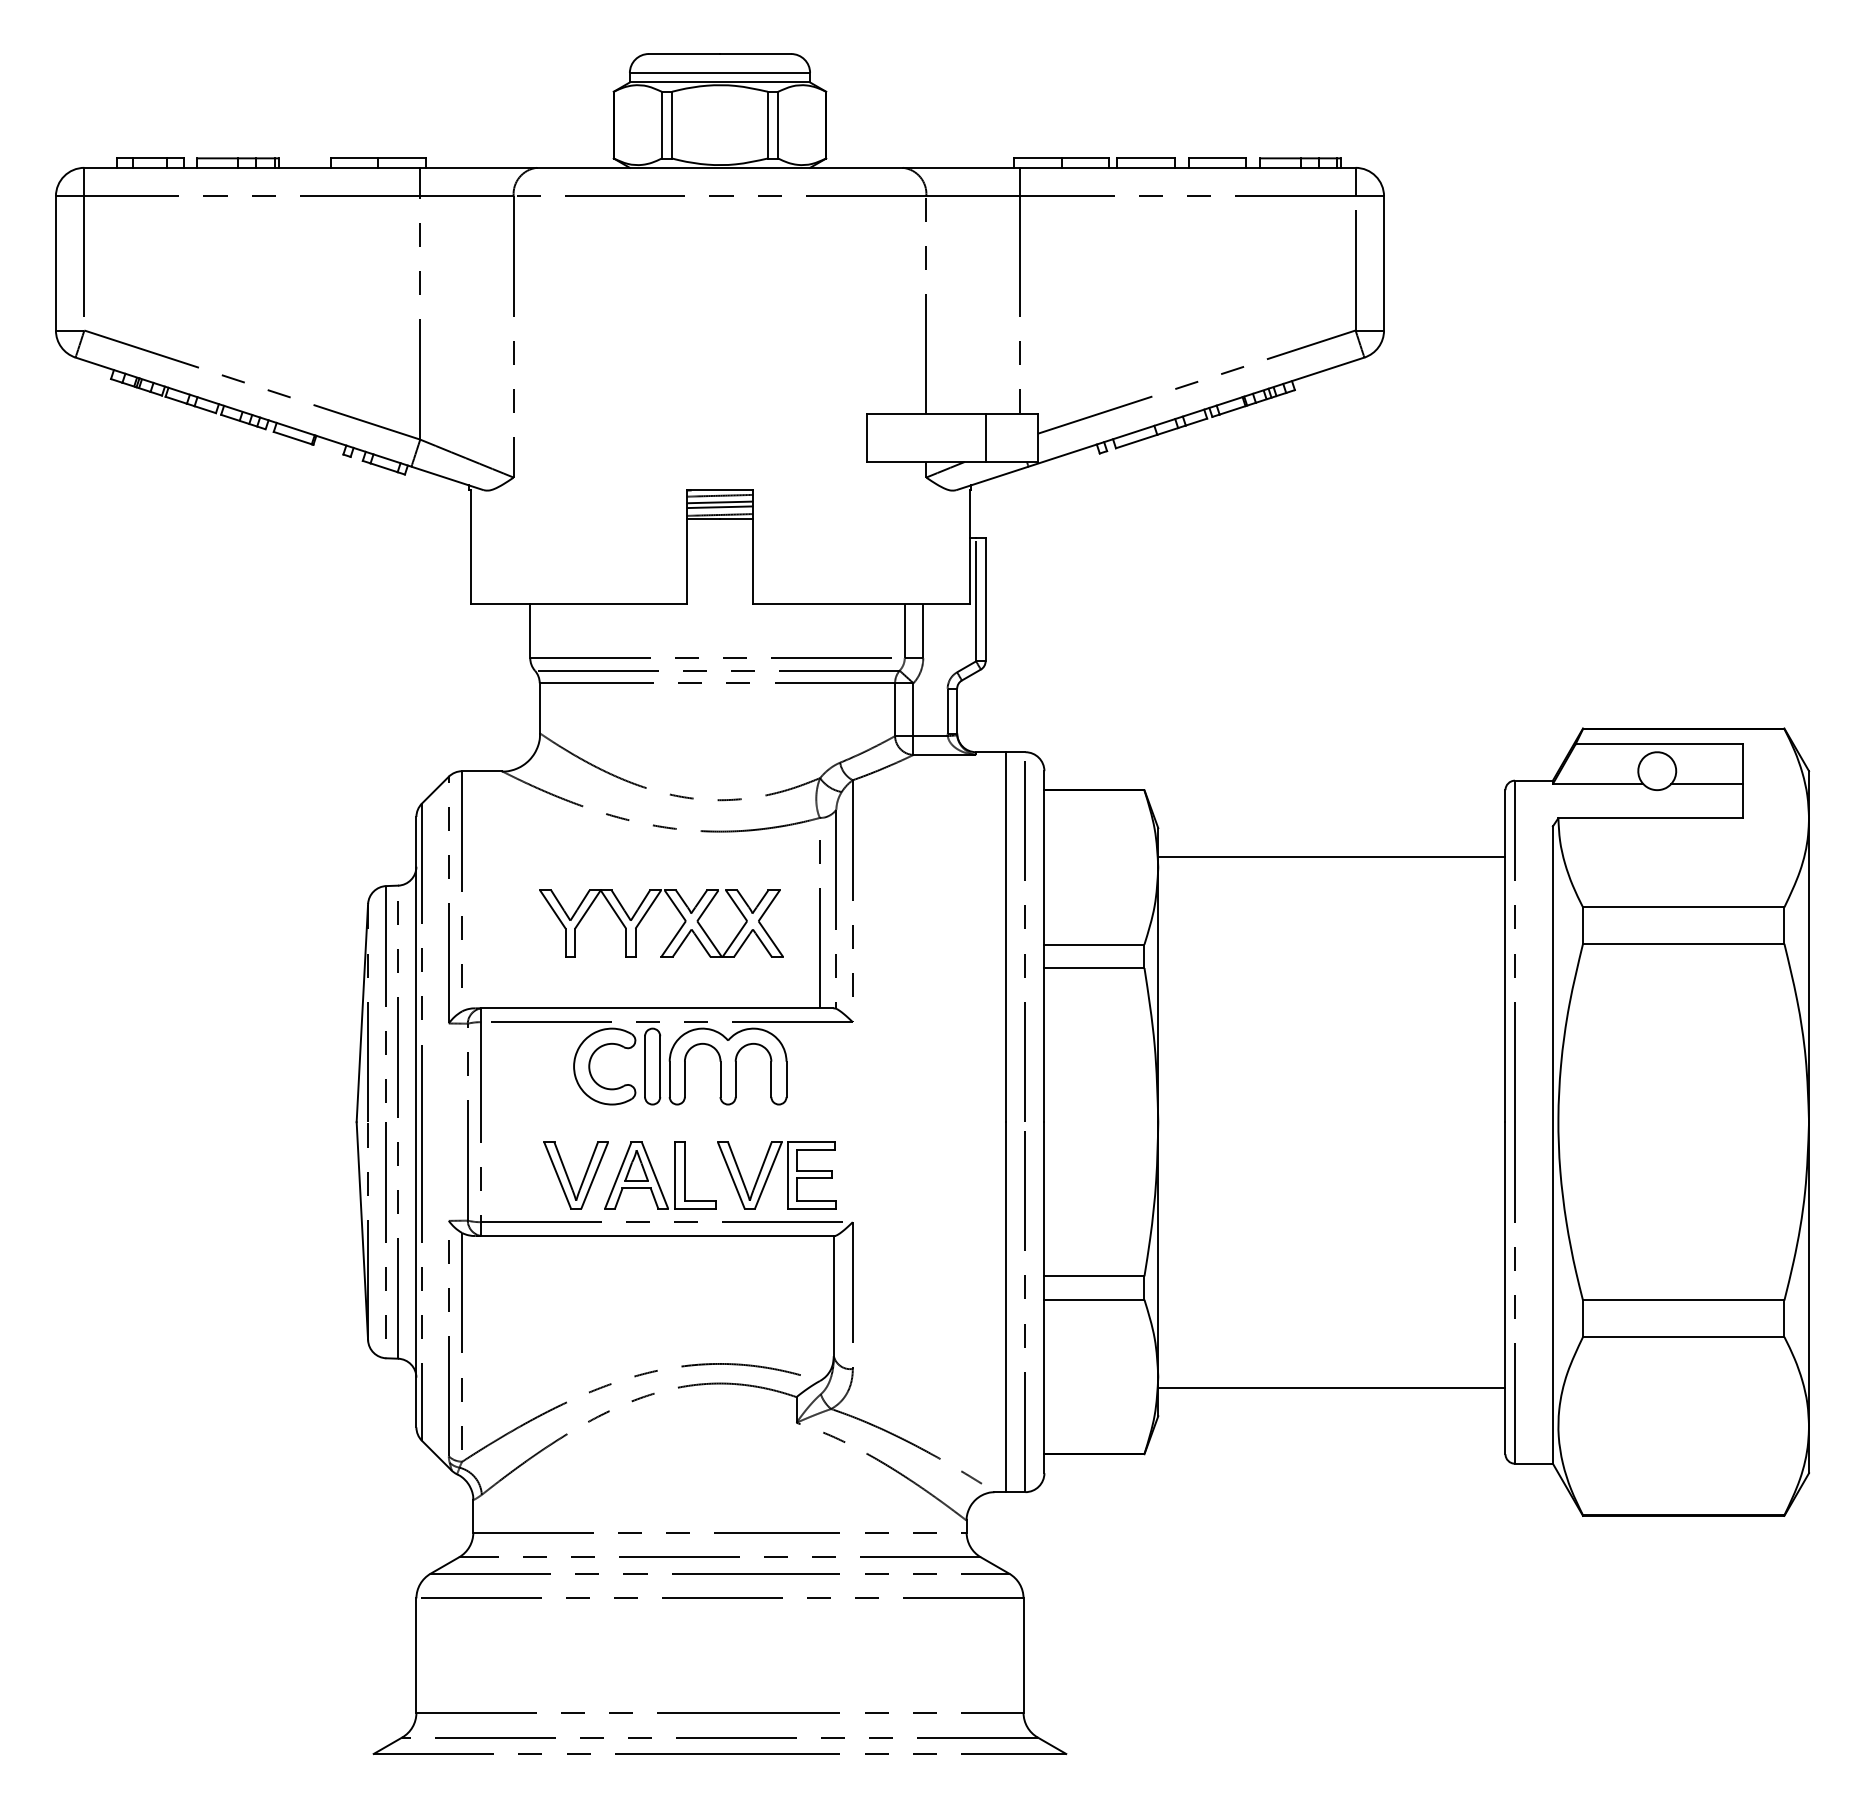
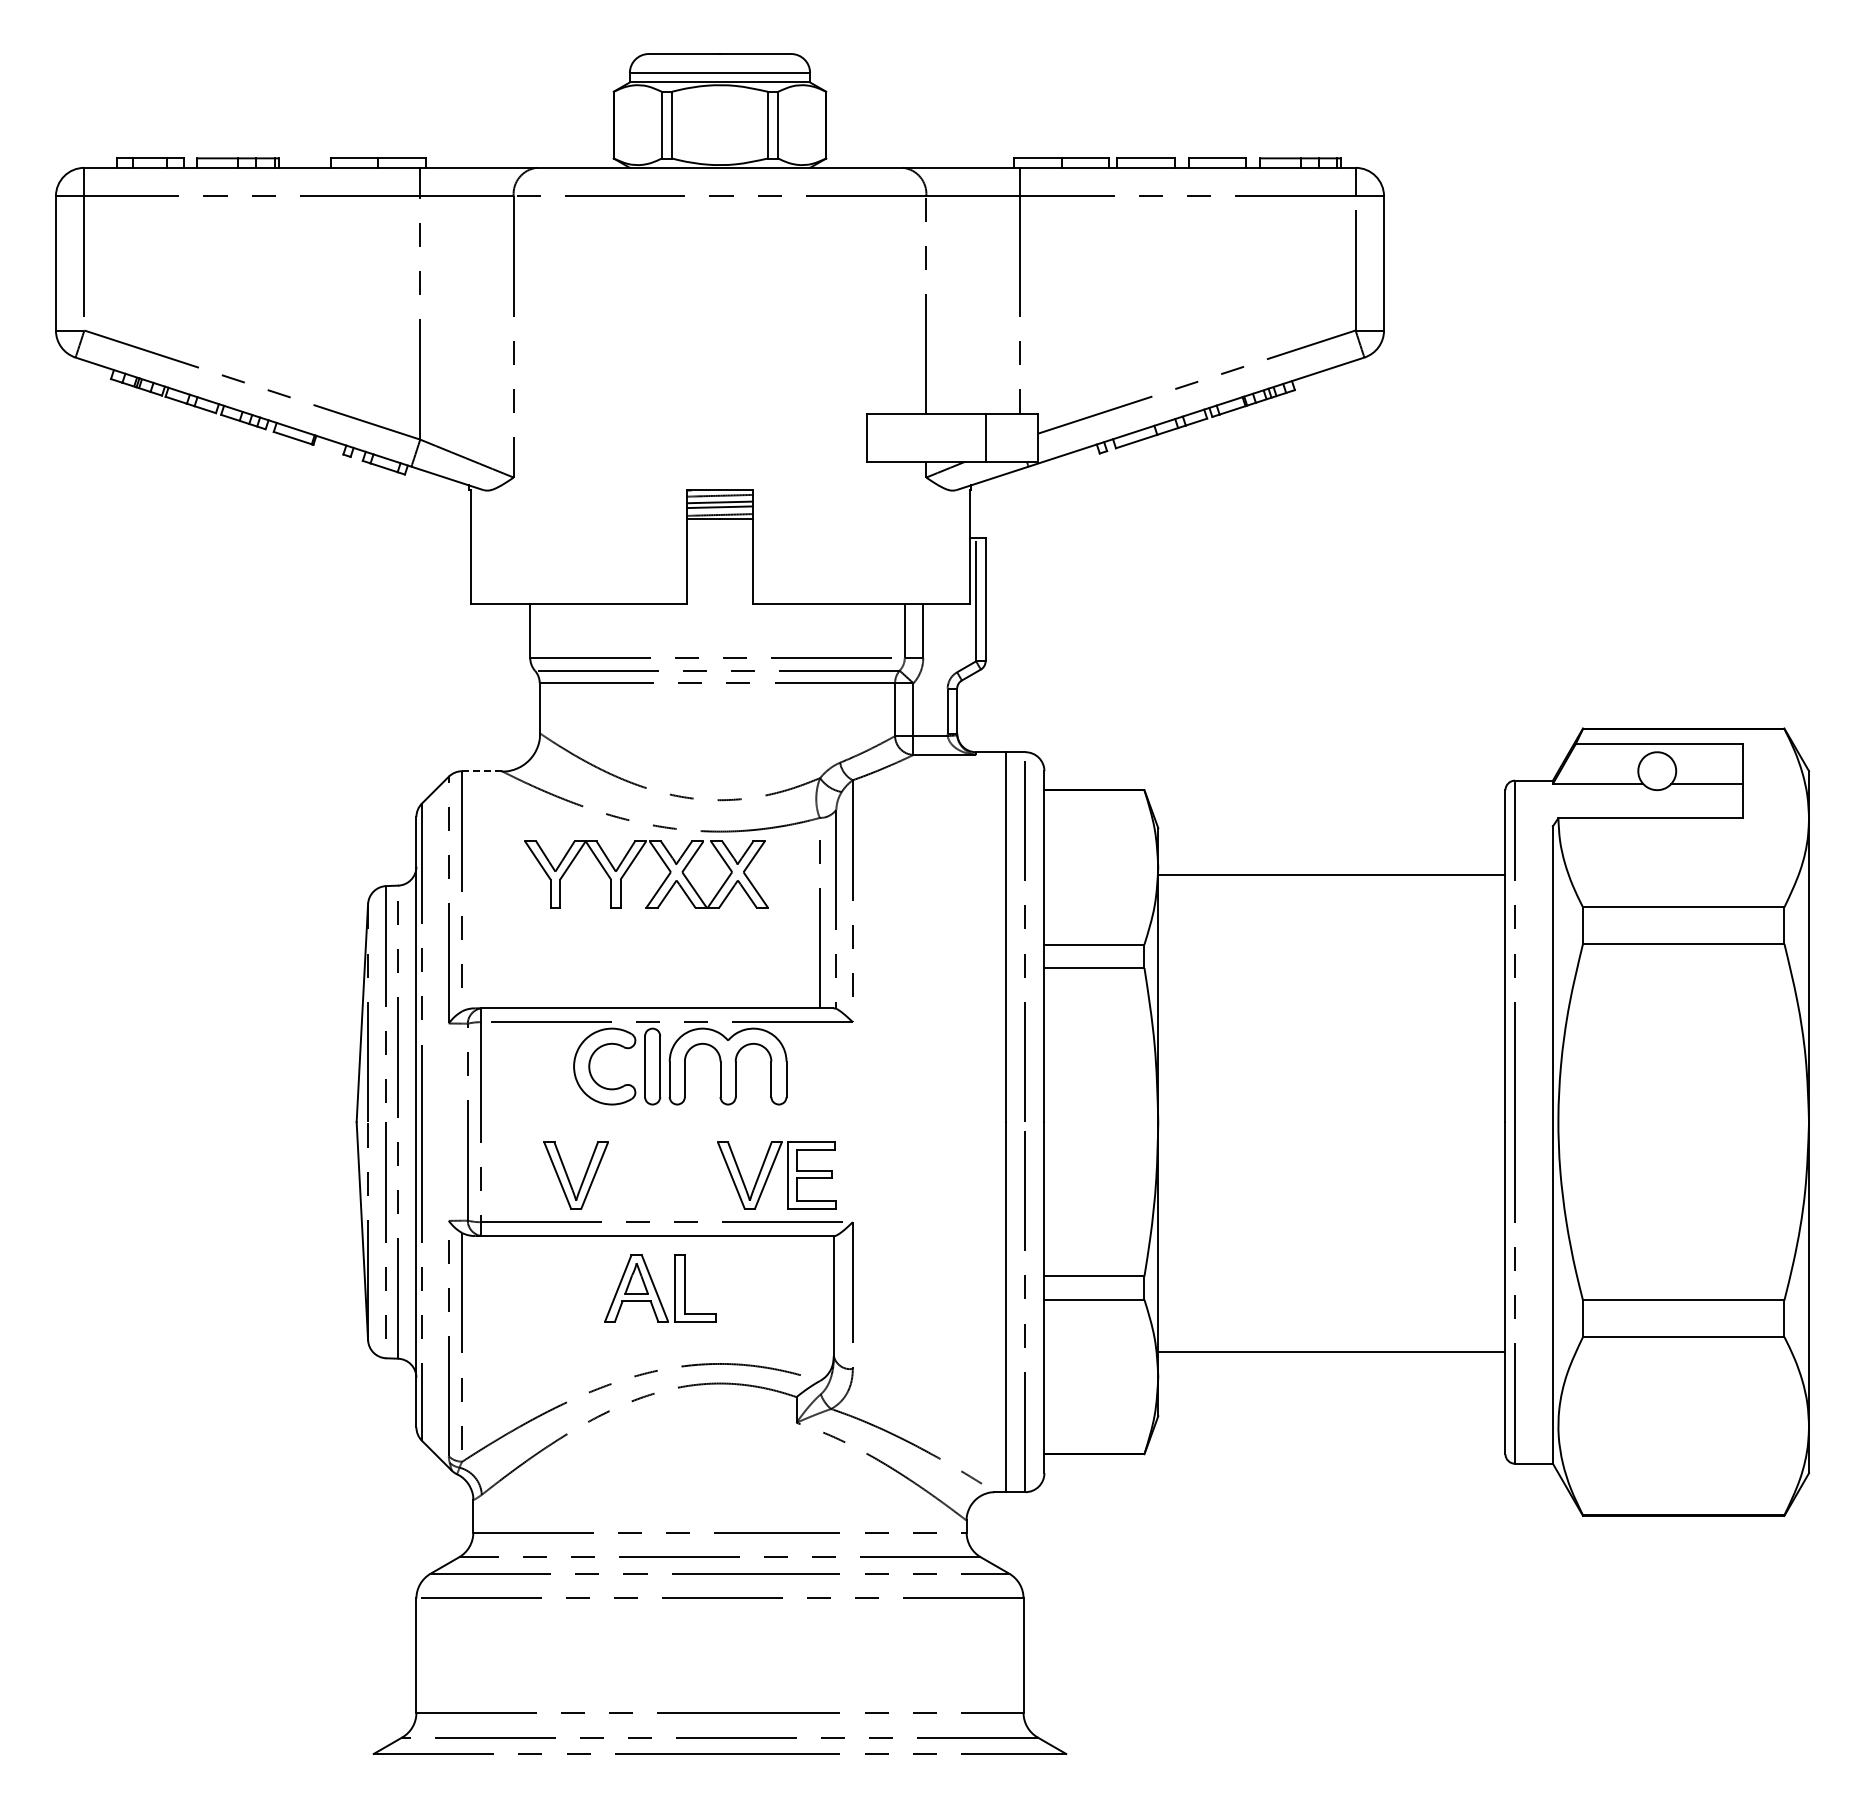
line at (482, 771): solid -> dashed
line at (1331, 856) position: (1331, 856) -> (1331, 874)
part at (646, 914) position: (646, 914) -> (631, 865)
part at (660, 1175) position: (660, 1175) -> (660, 1288)
line at (1331, 1387) position: (1331, 1387) -> (1331, 1351)
